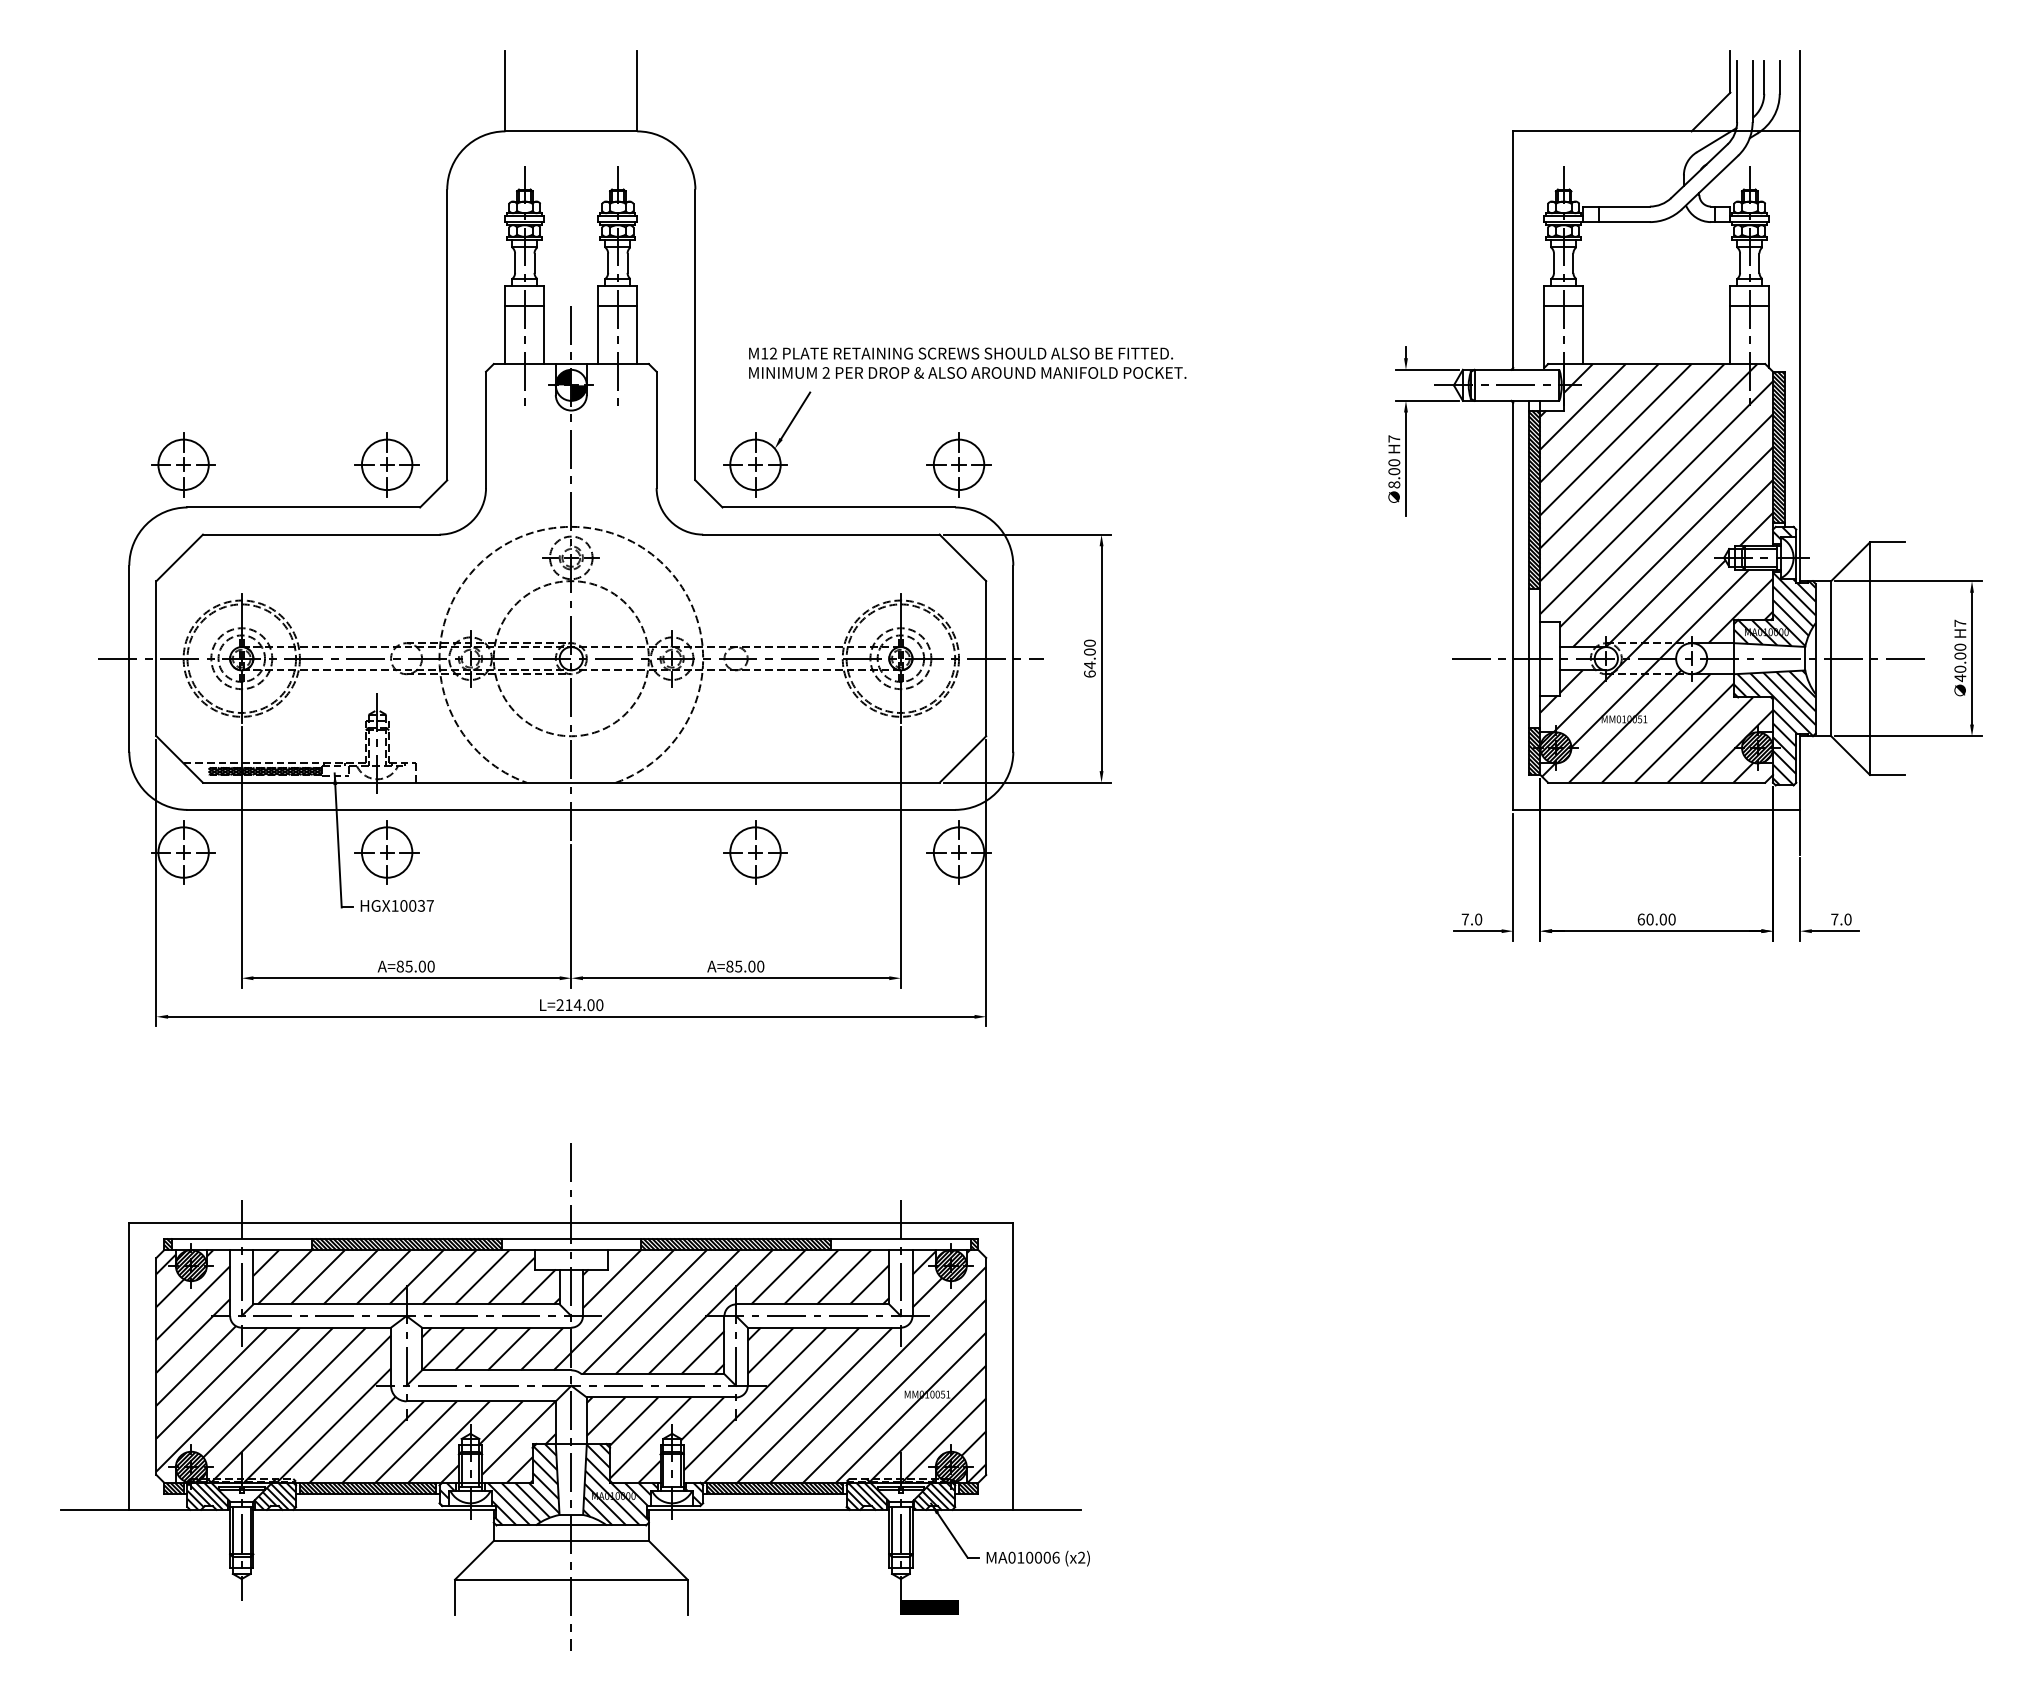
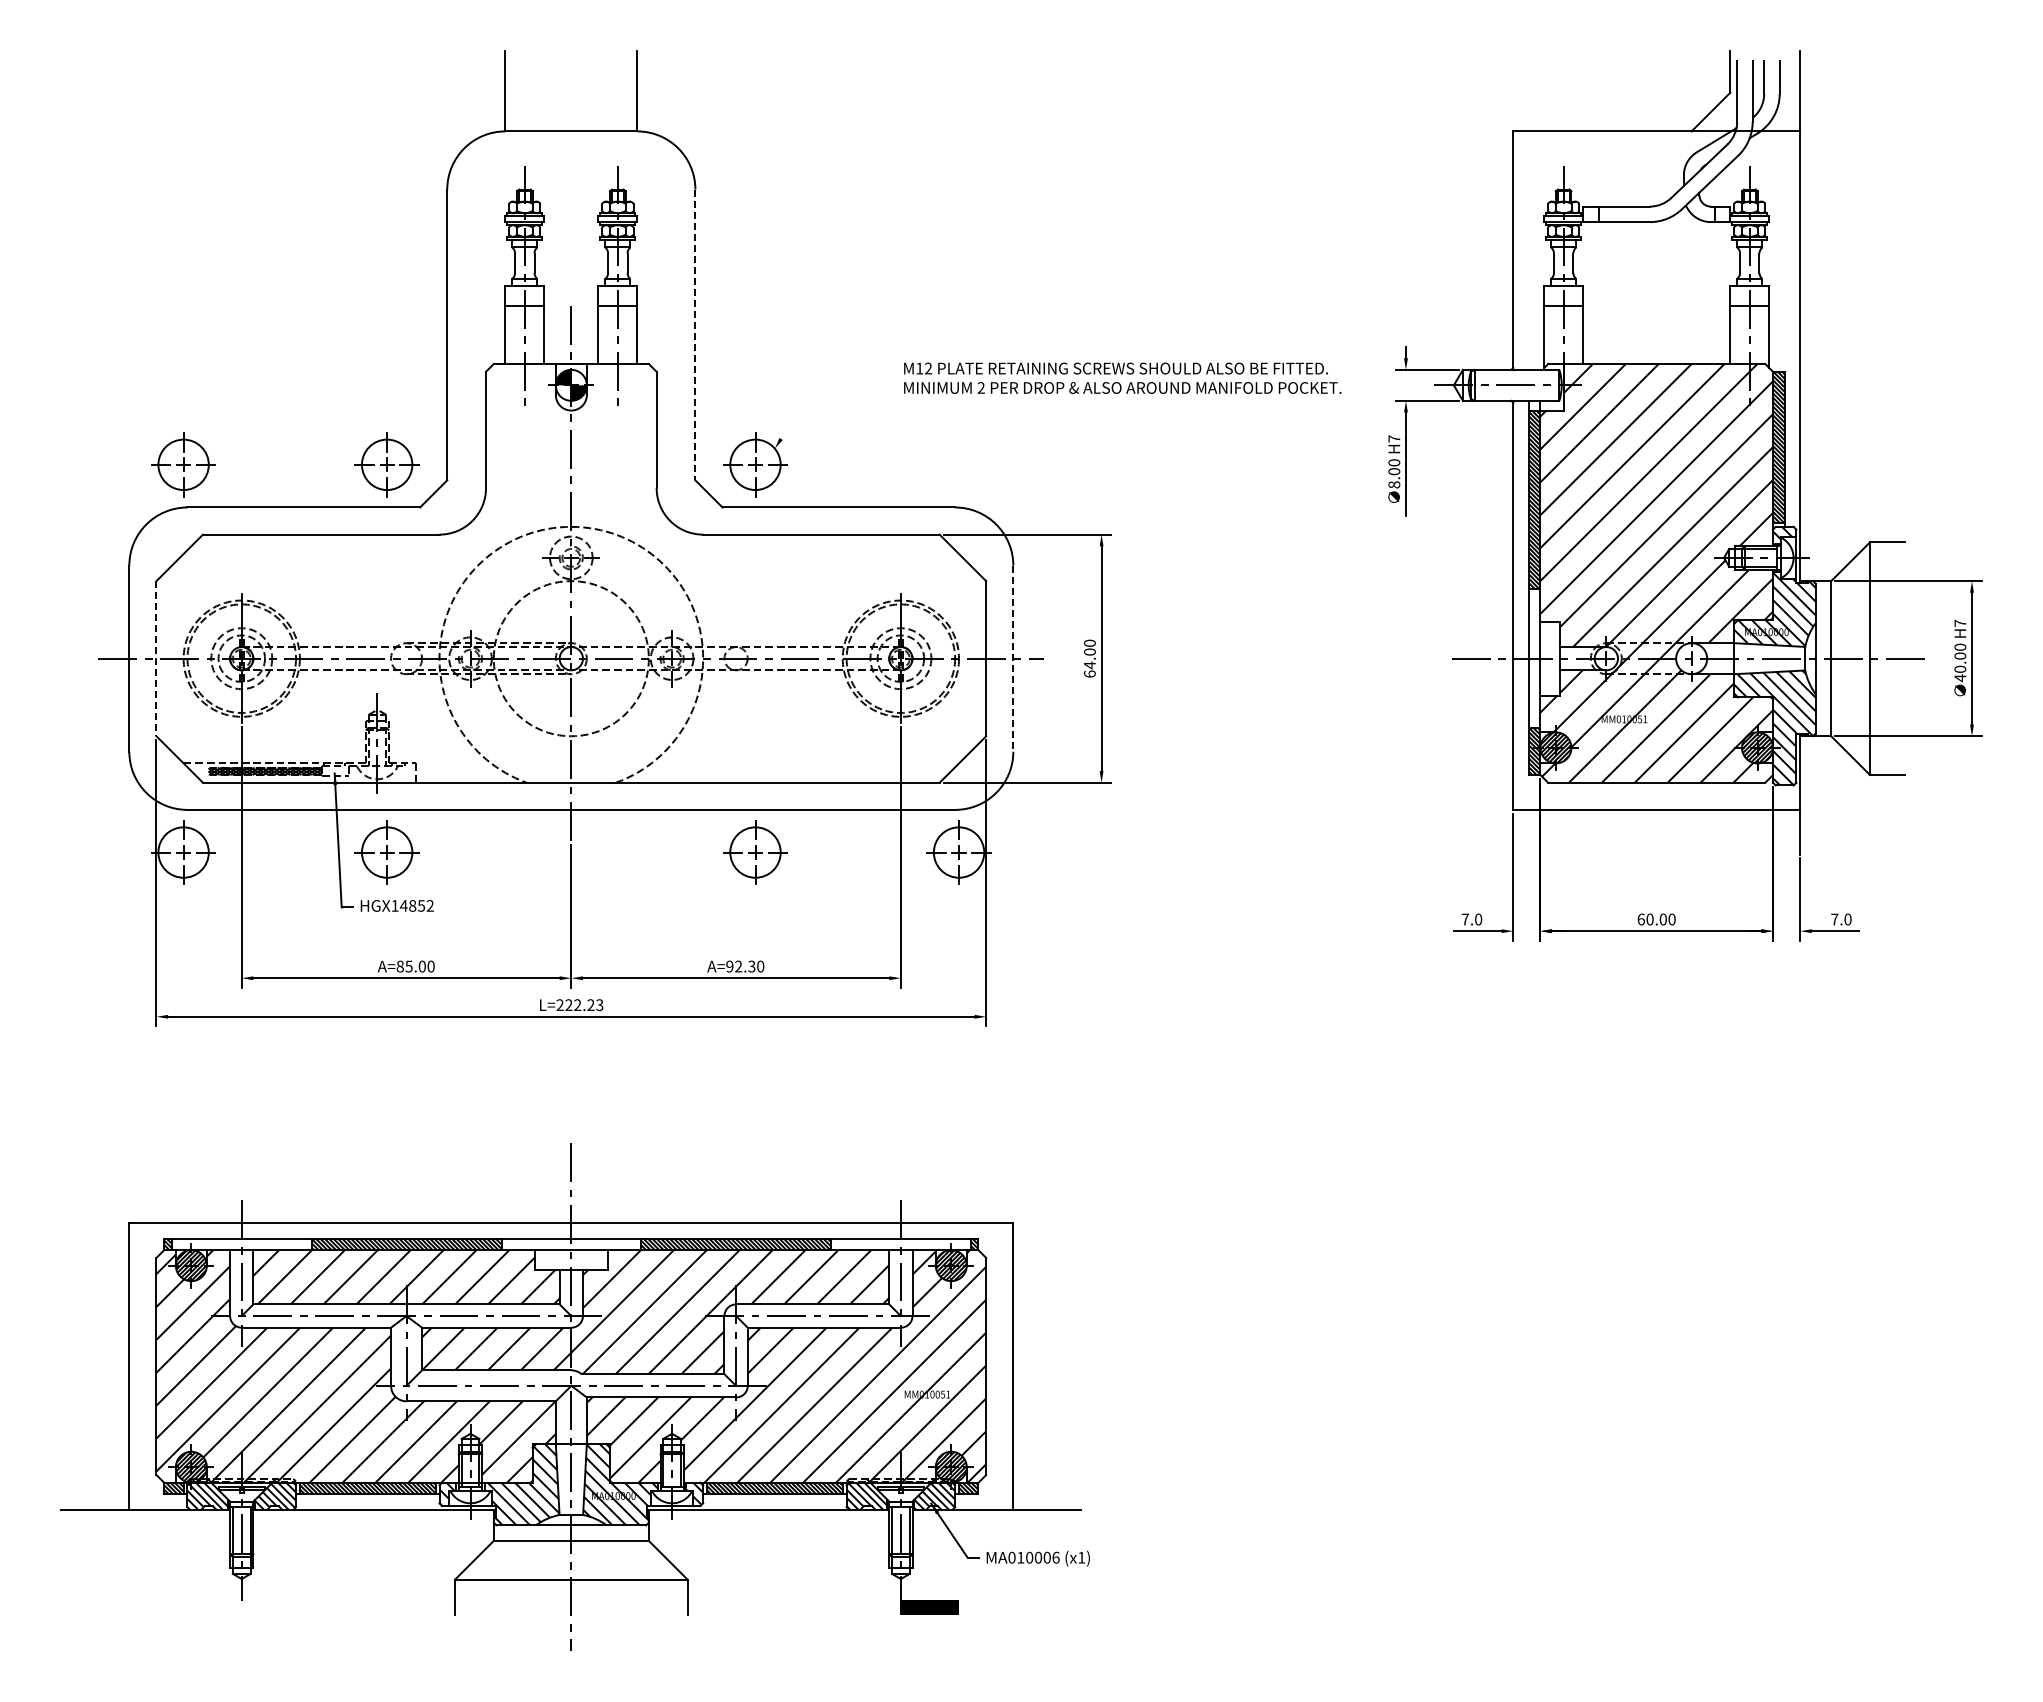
line at (695, 335): solid -> dashed
text at (967, 362) position: (967, 362) -> (1122, 377)
line at (795, 415): present -> none
part at (958, 464): present -> none
line at (156, 658): solid -> dashed
line at (1013, 659): solid -> dashed
text at (416, 905): HGX10037 -> HGX14852
text at (740, 966): A=85.00 -> A=92.30
text at (584, 1005): L=214.00 -> L=222.23
text at (1081, 1557): (x2) -> (x1)
